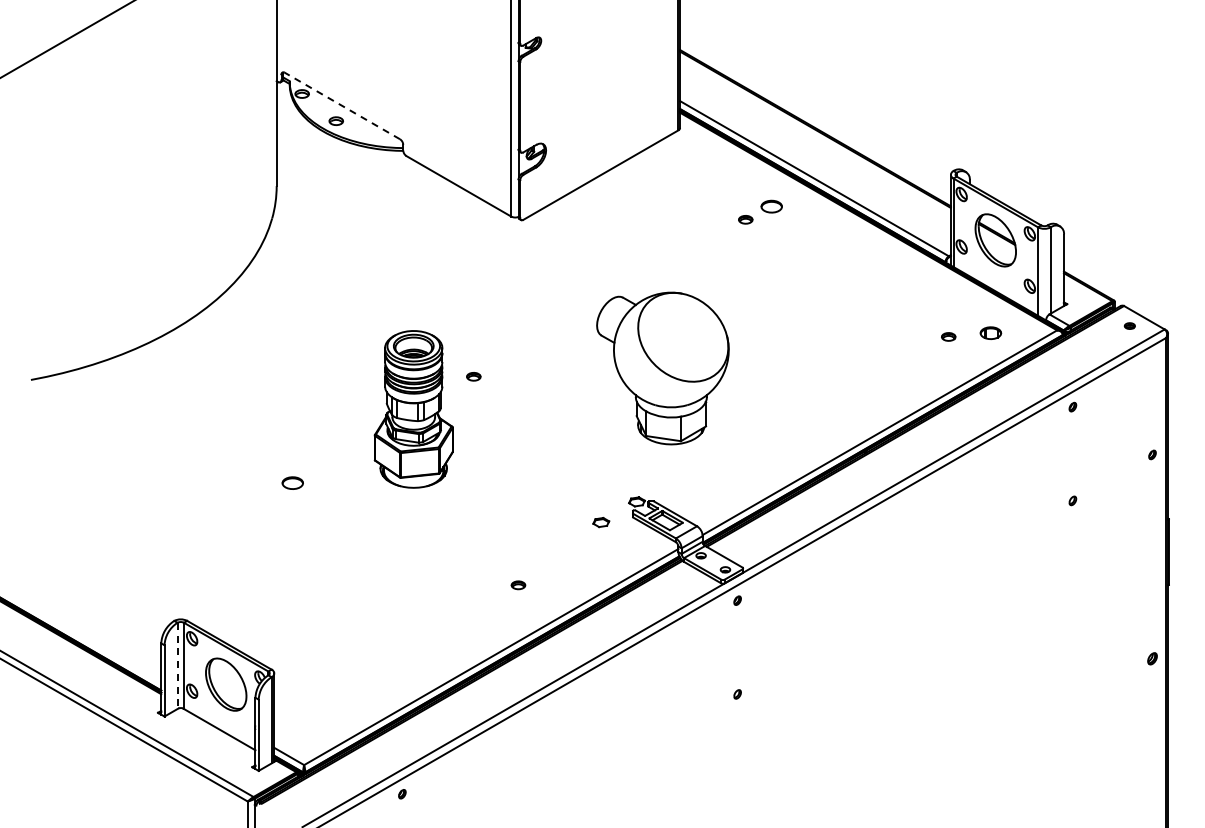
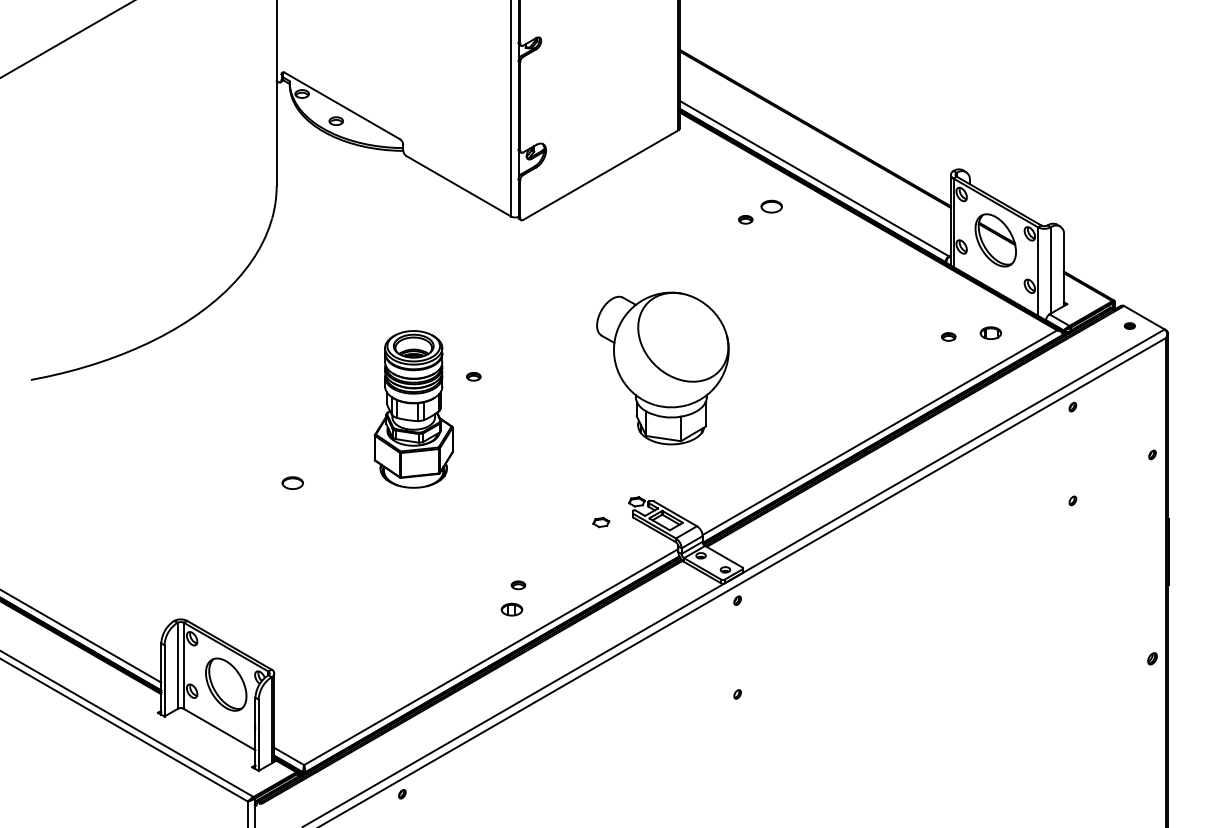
line at (342, 105): dashed -> solid
part at (511, 609): none -> present
line at (81, 636): none -> present
line at (177, 666): dashed -> solid
